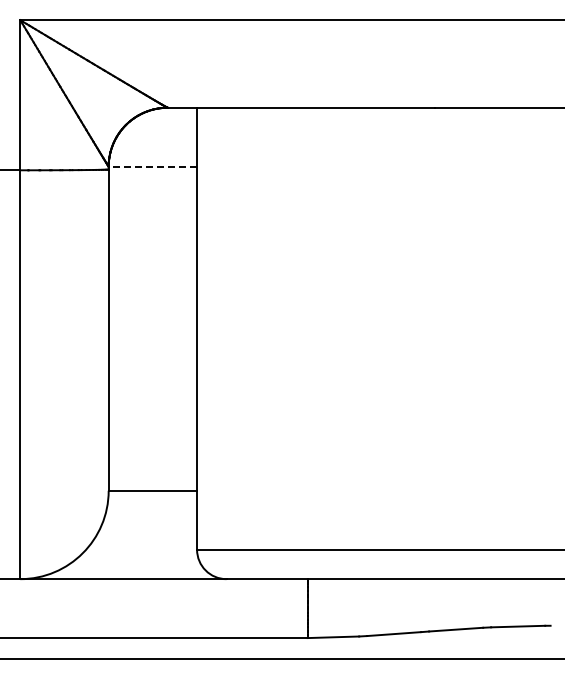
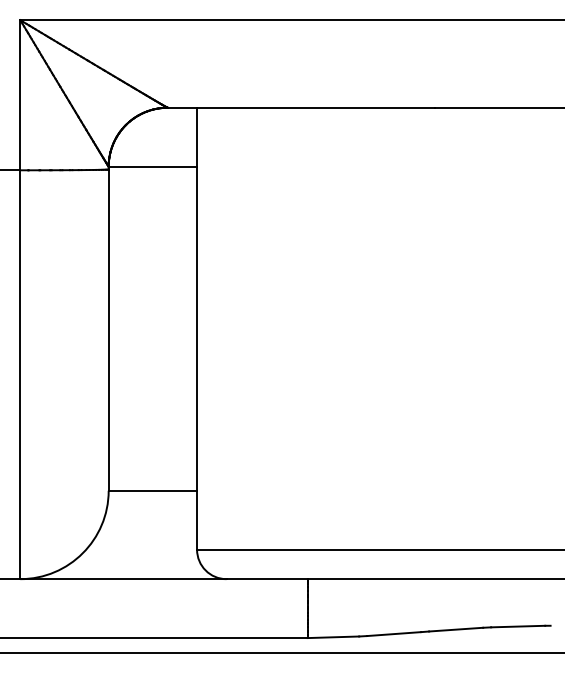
line at (152, 166): dashed -> solid
line at (281, 658) position: (281, 658) -> (281, 652)
